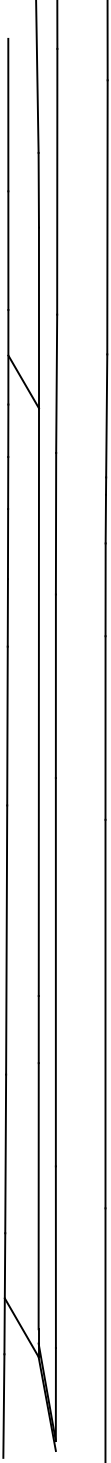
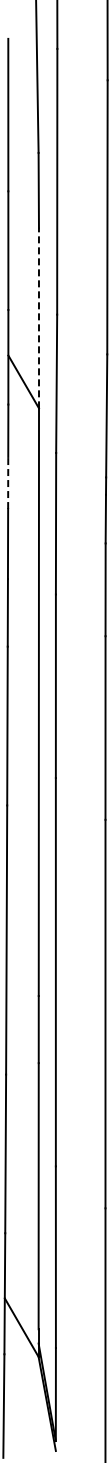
line at (38, 317): solid -> dashed
line at (8, 482): solid -> dashed
